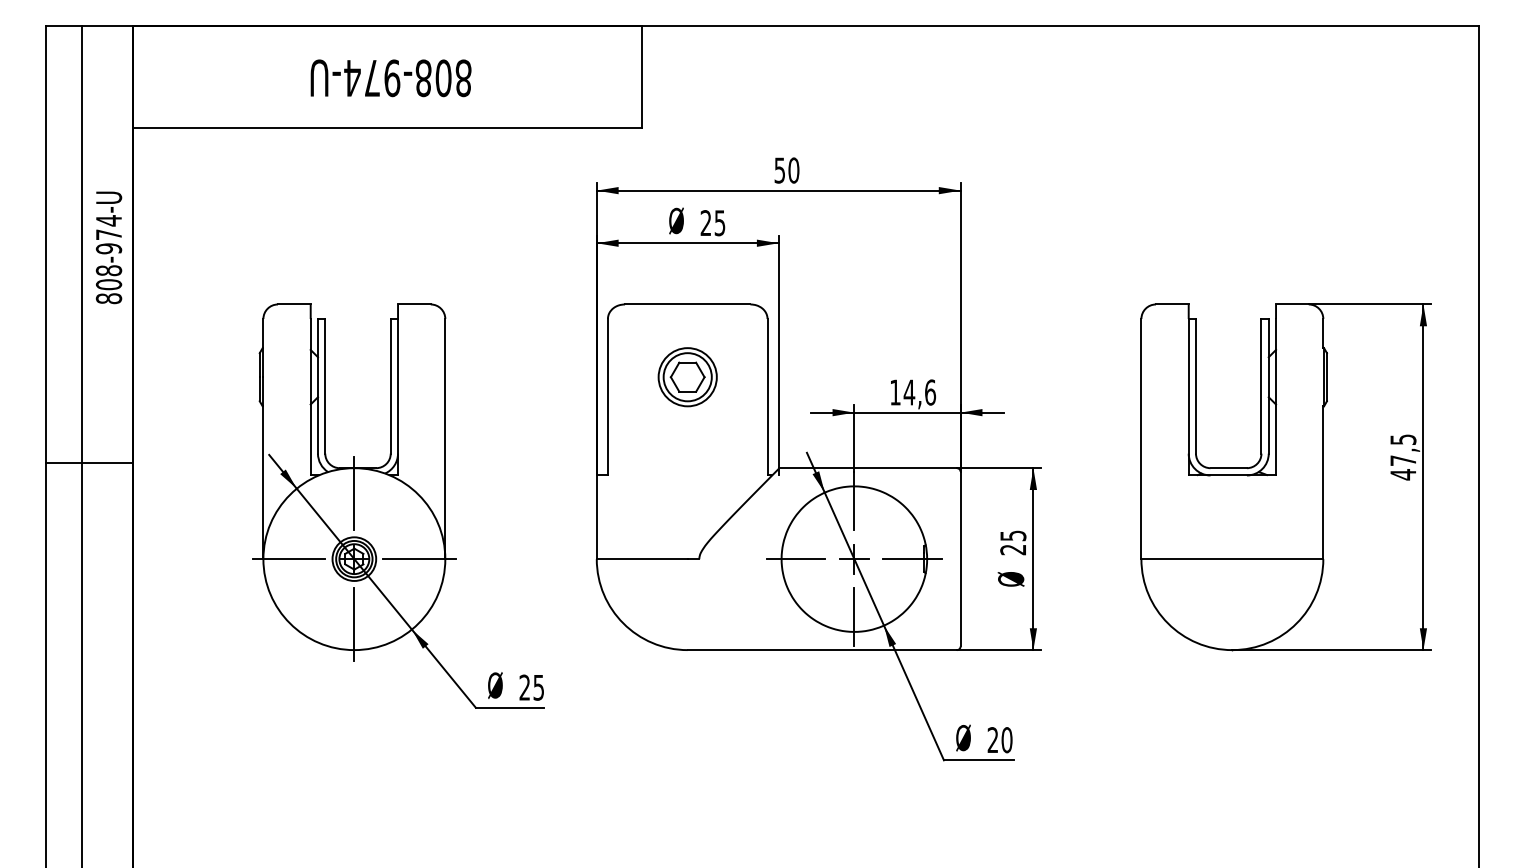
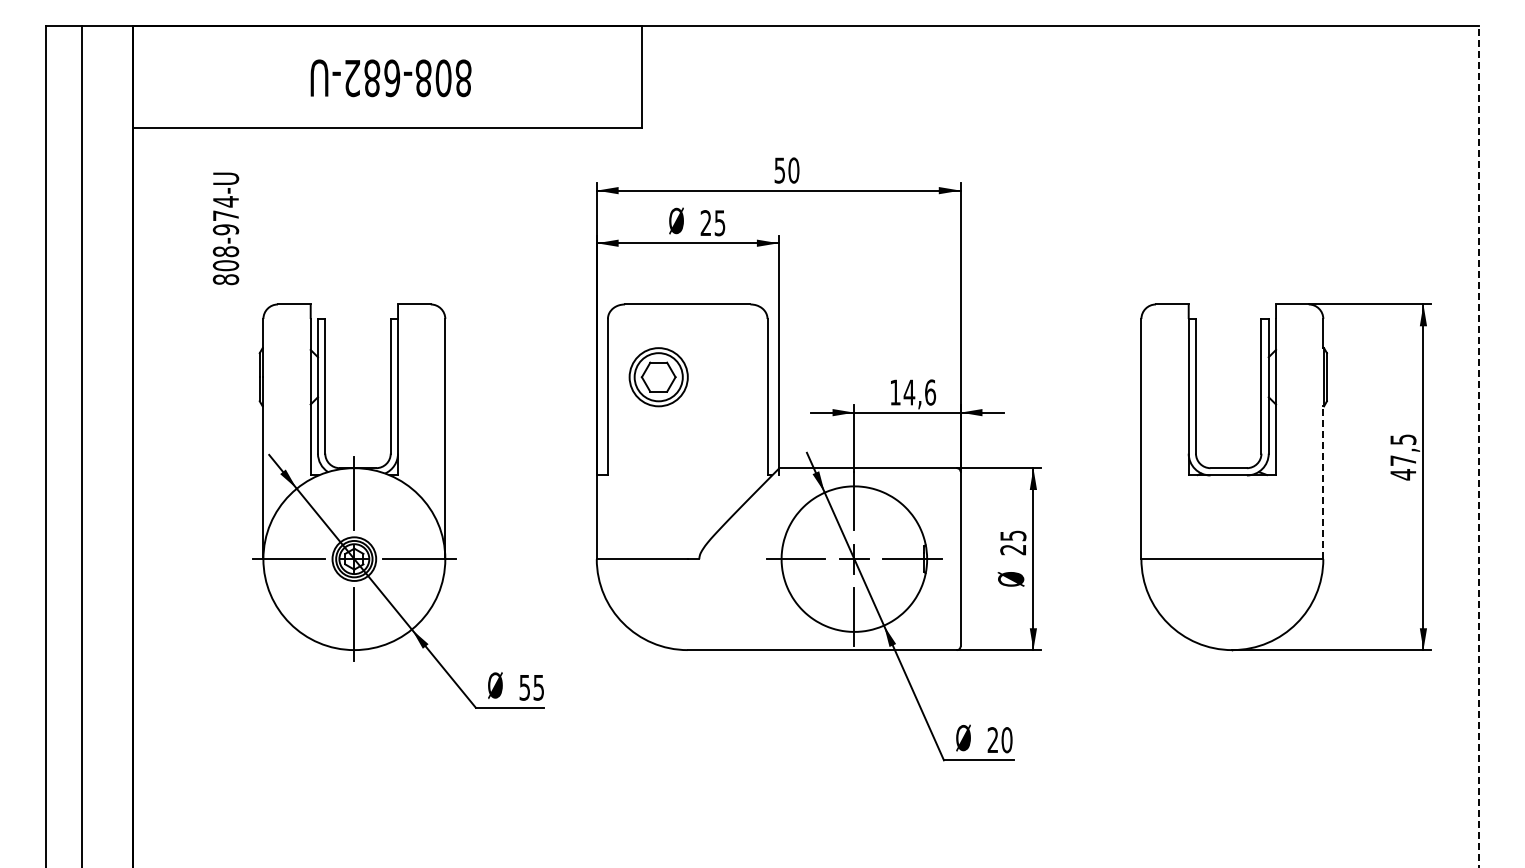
text at (372, 78): 808-974-U -> 808-682-U
text at (108, 247) position: (108, 247) -> (225, 228)
part at (687, 377) position: (687, 377) -> (658, 377)
line at (1479, 447): solid -> dashed
line at (89, 462): present -> none
line at (1323, 482): solid -> dashed
text at (524, 687): 25 -> 55
